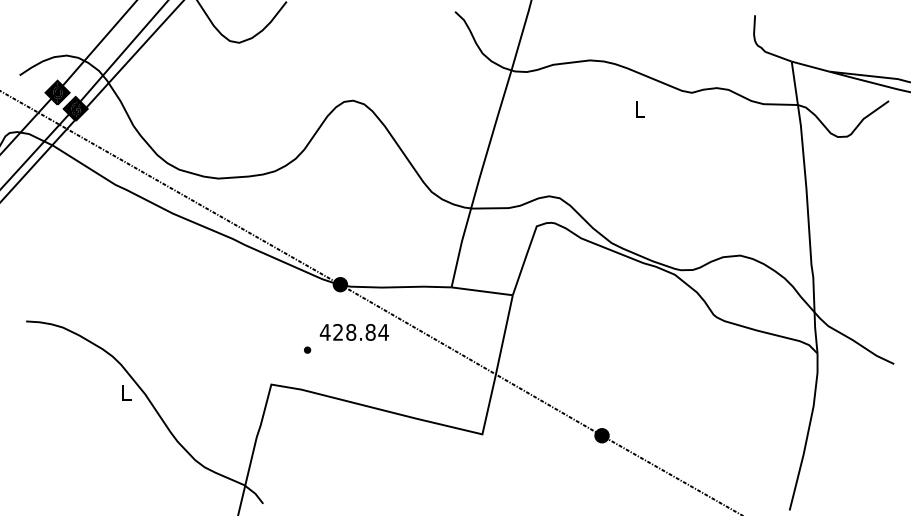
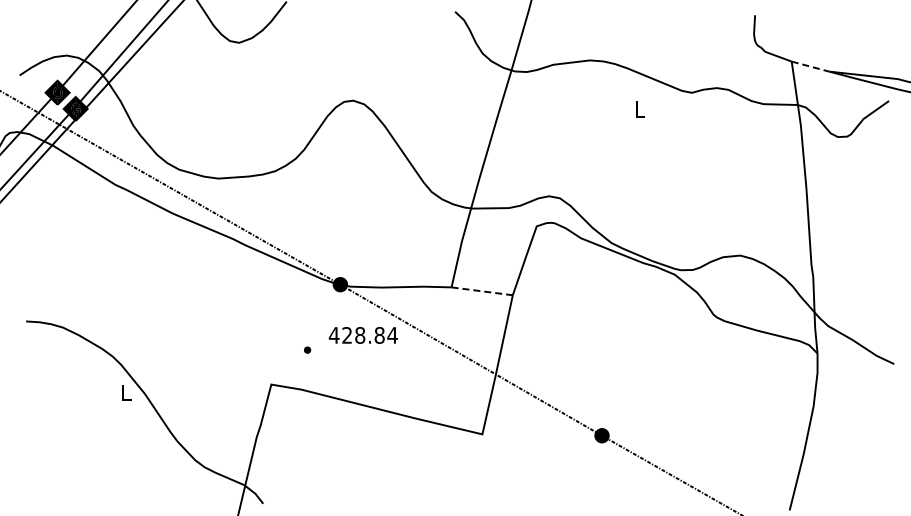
line at (810, 66): solid -> dashed
line at (482, 291): solid -> dashed
text at (353, 332) position: (353, 332) -> (362, 335)
